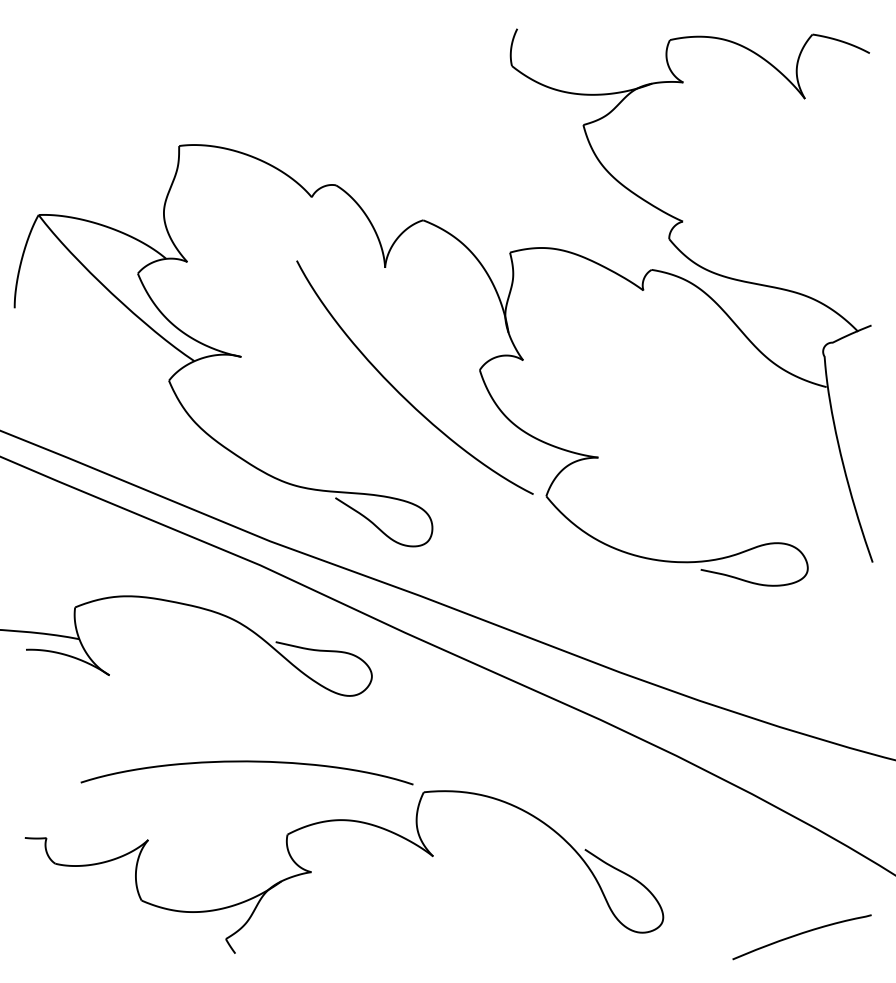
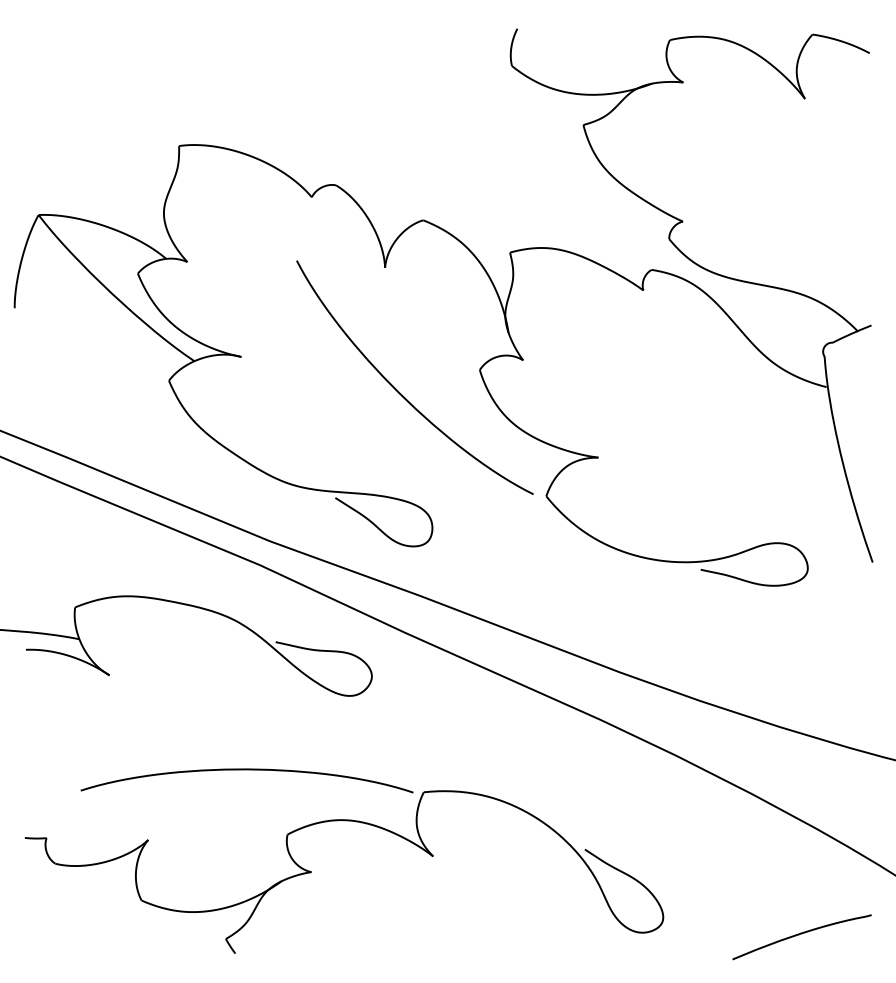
curve at (246, 762) position: (246, 762) -> (246, 770)
